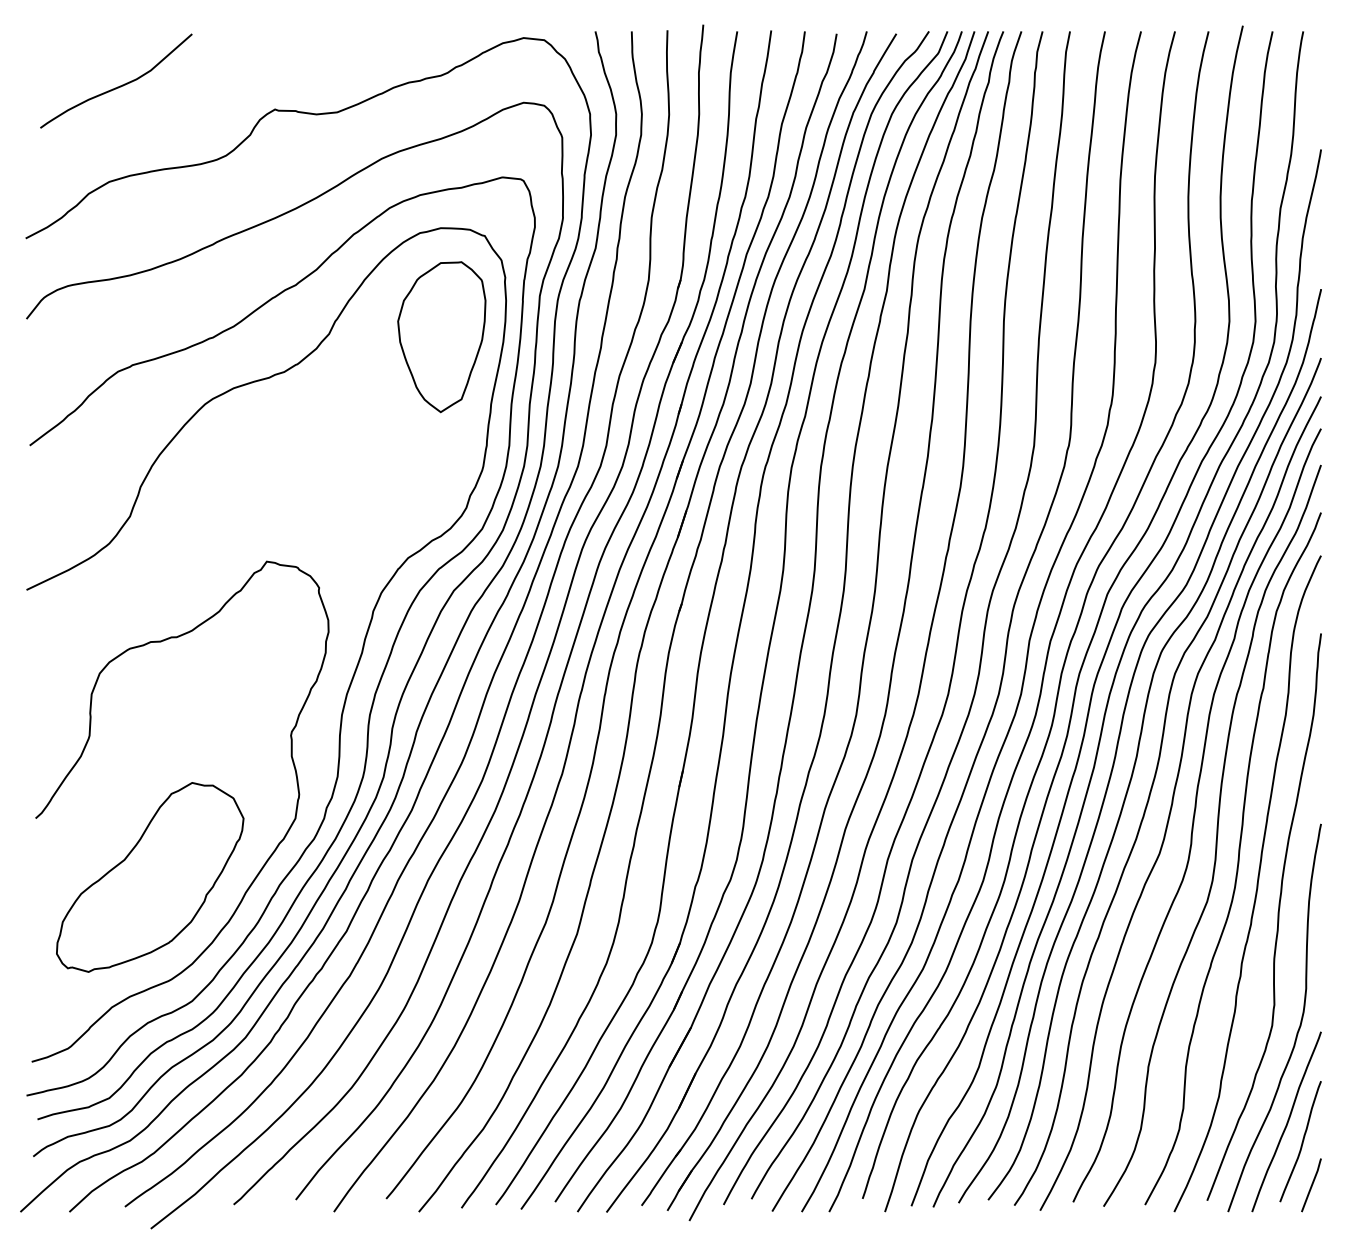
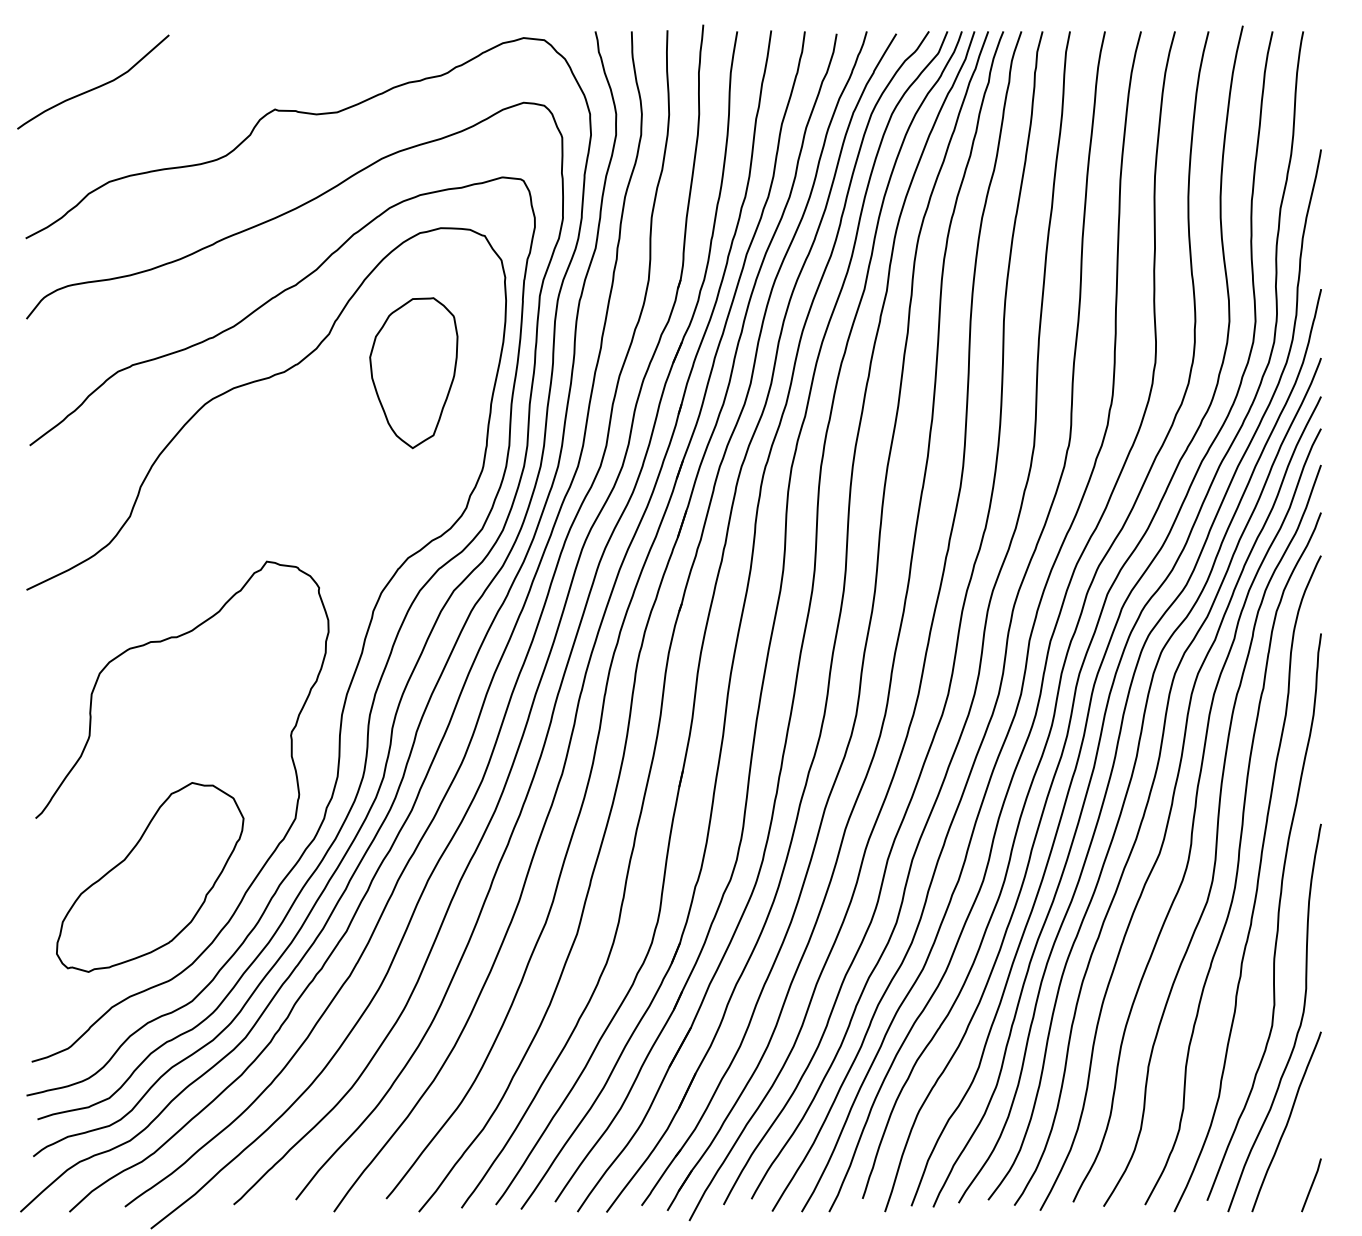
curve at (117, 86) position: (117, 86) -> (94, 87)
part at (441, 337) position: (441, 337) -> (413, 373)
curve at (1301, 1142): present -> none
